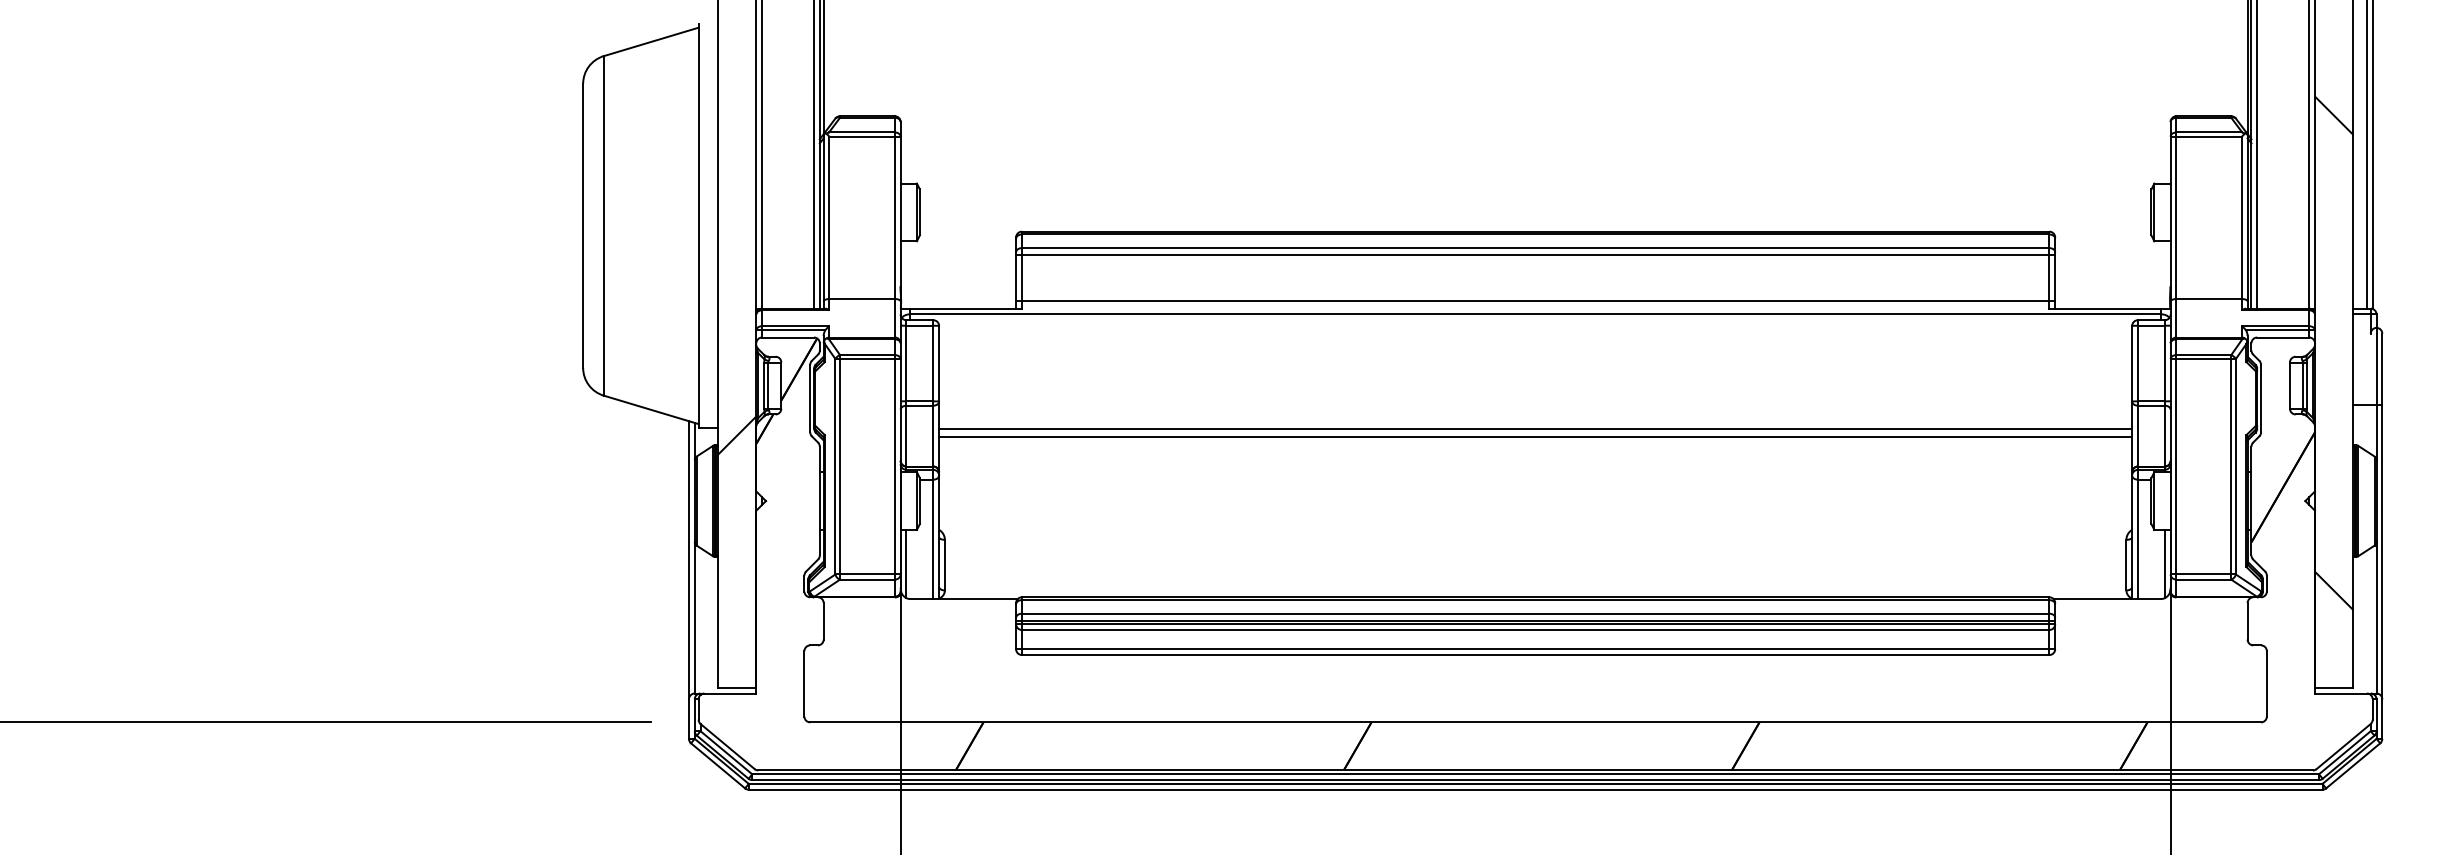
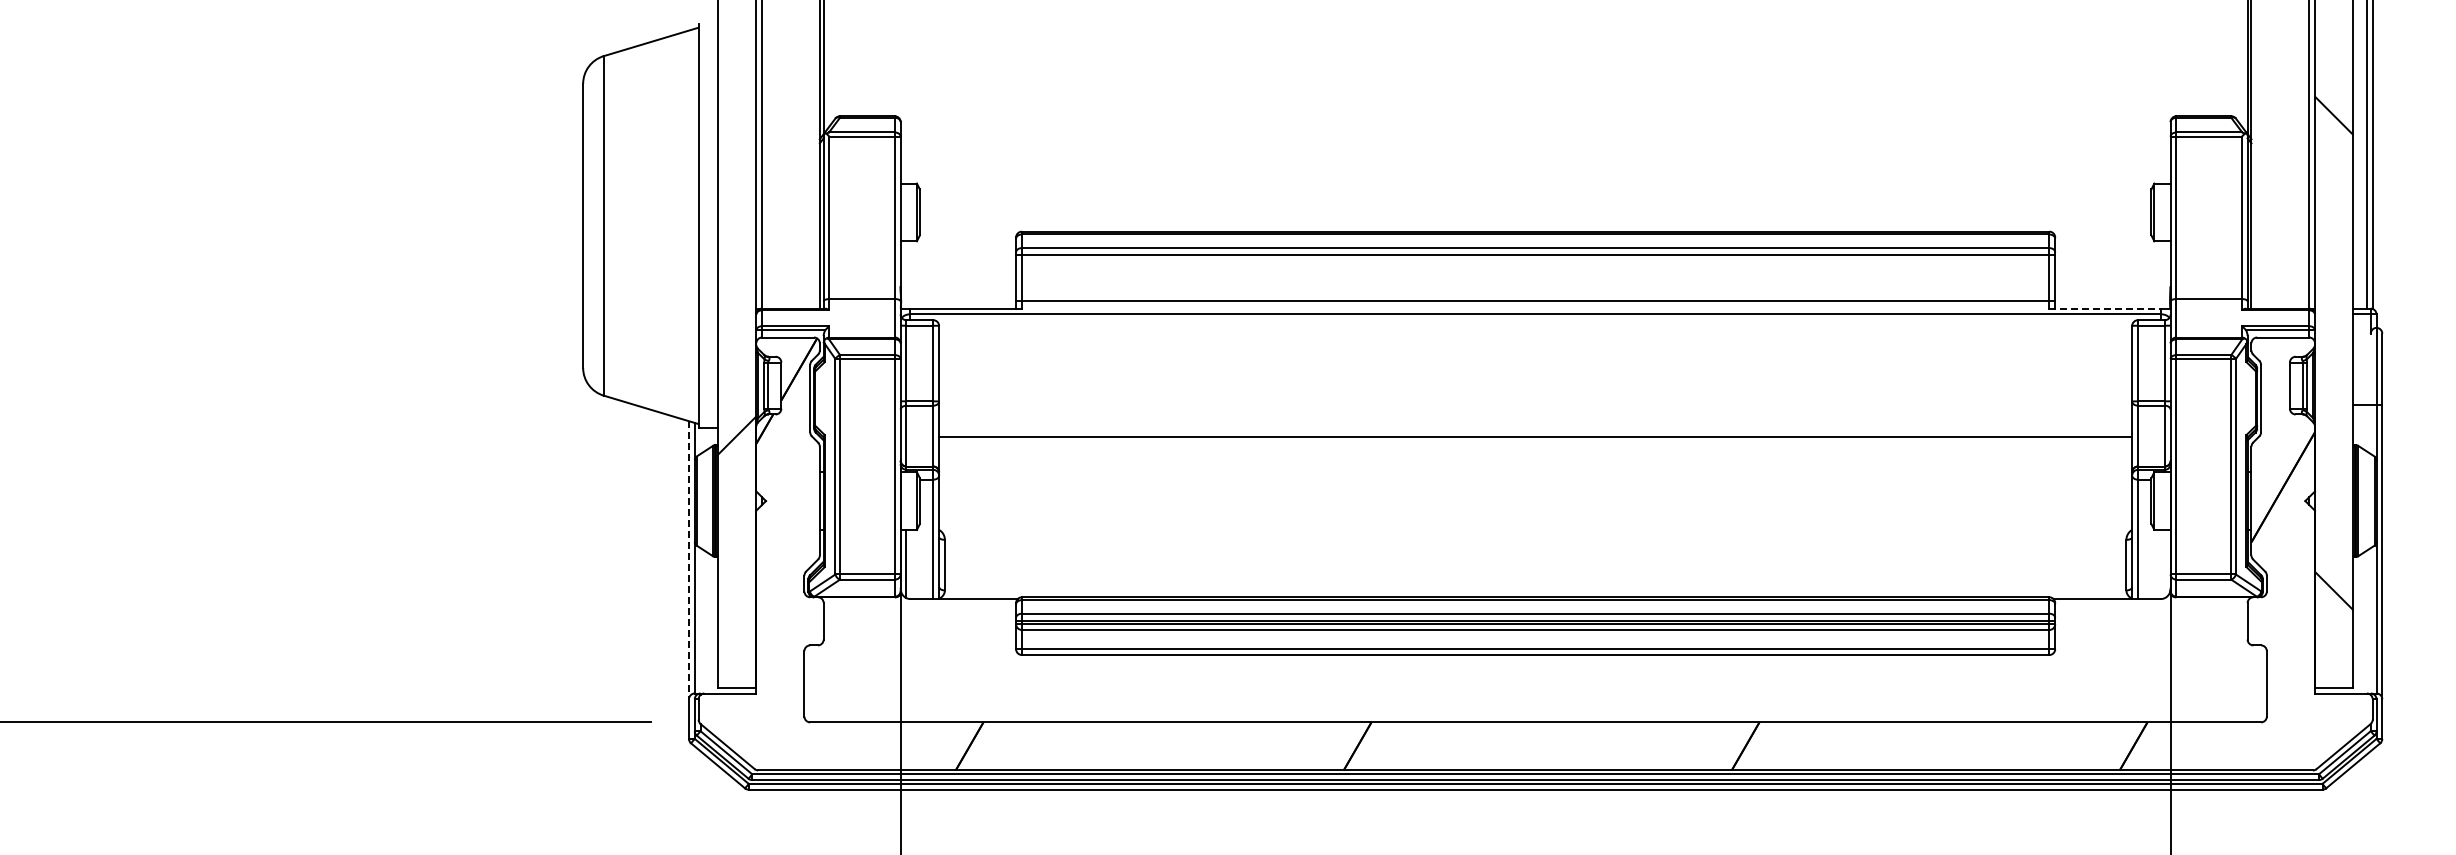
line at (814, 155): present -> none
line at (2257, 155): present -> none
line at (2105, 308): solid -> dashed
line at (1535, 429): present -> none
line at (688, 560): solid -> dashed
line at (2164, 563): present -> none
